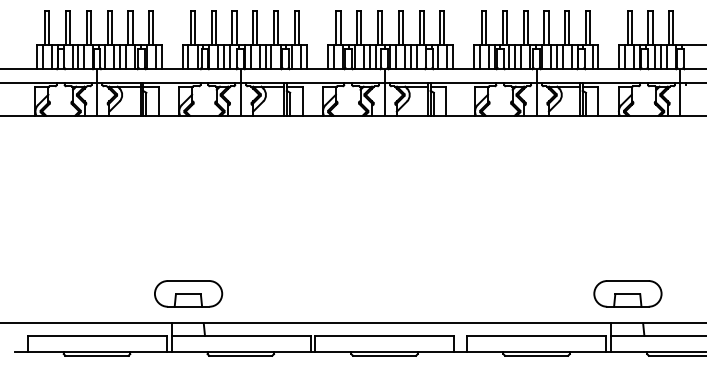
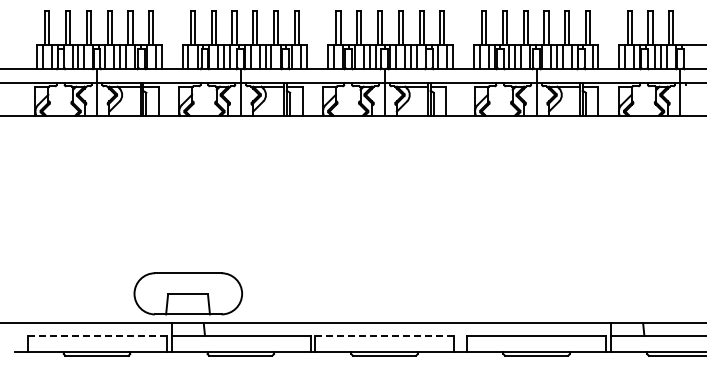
part at (188, 293) size: 70x28 px -> 110x44 px
part at (627, 293): present -> none
line at (96, 335): solid -> dashed
line at (384, 335): solid -> dashed
